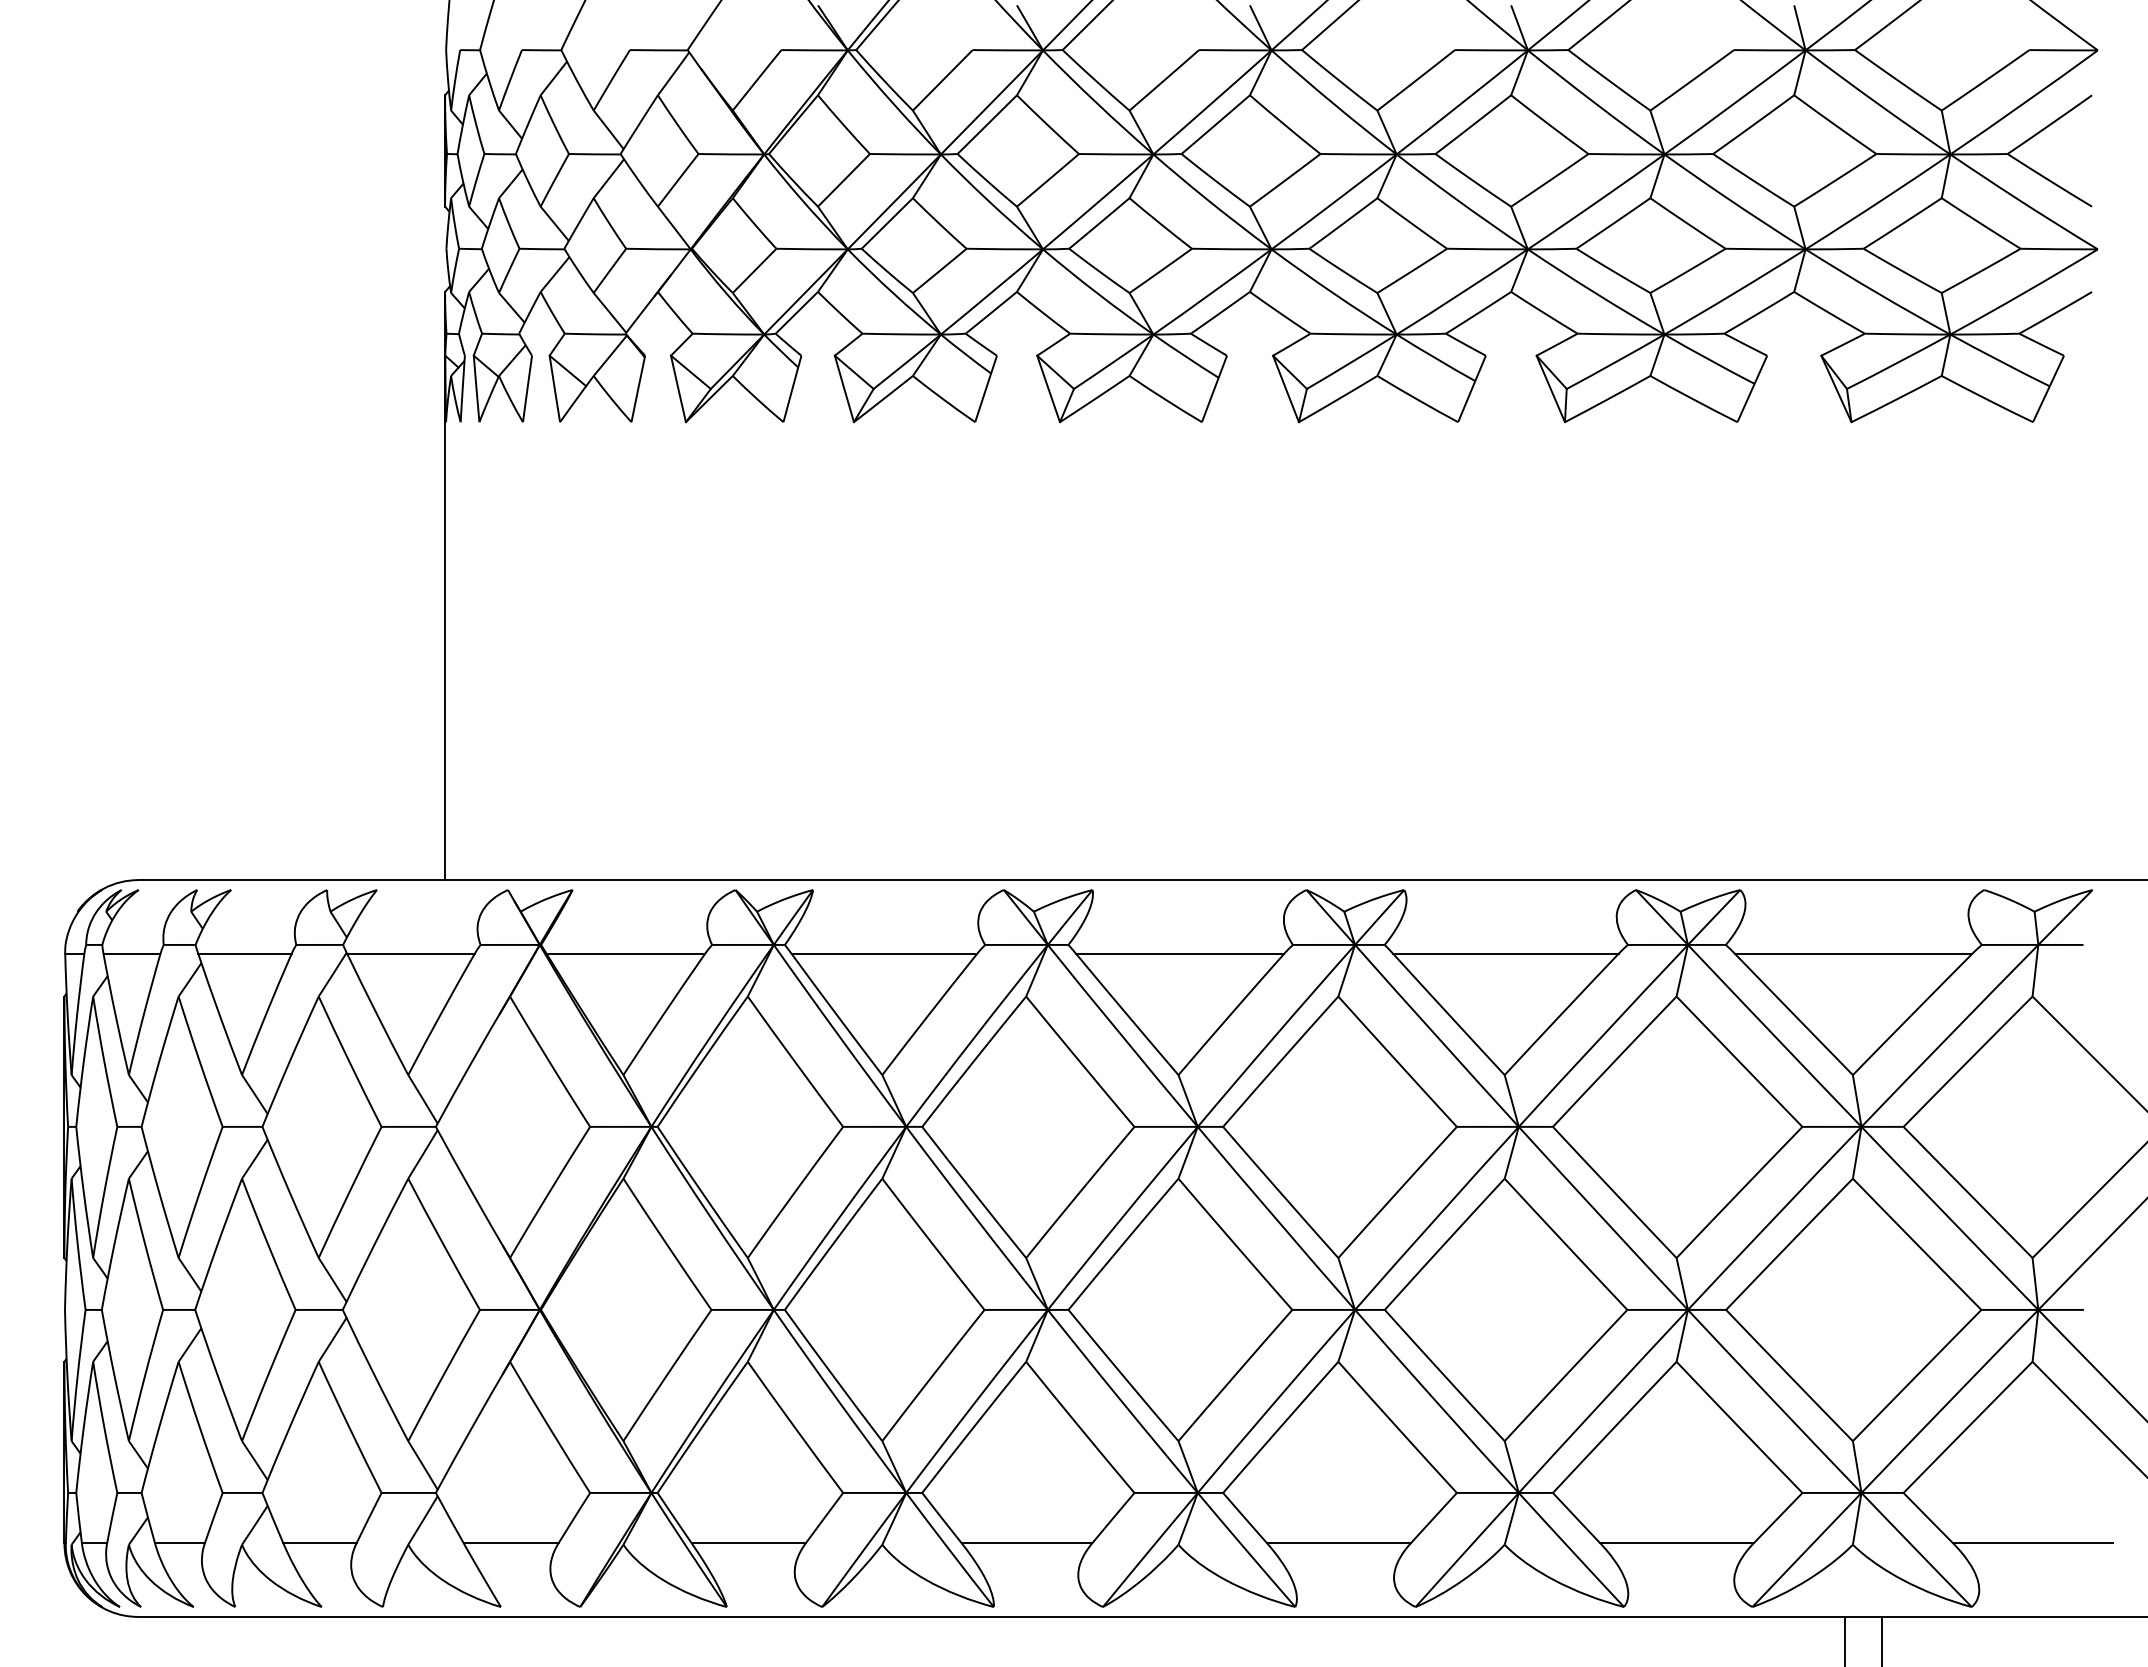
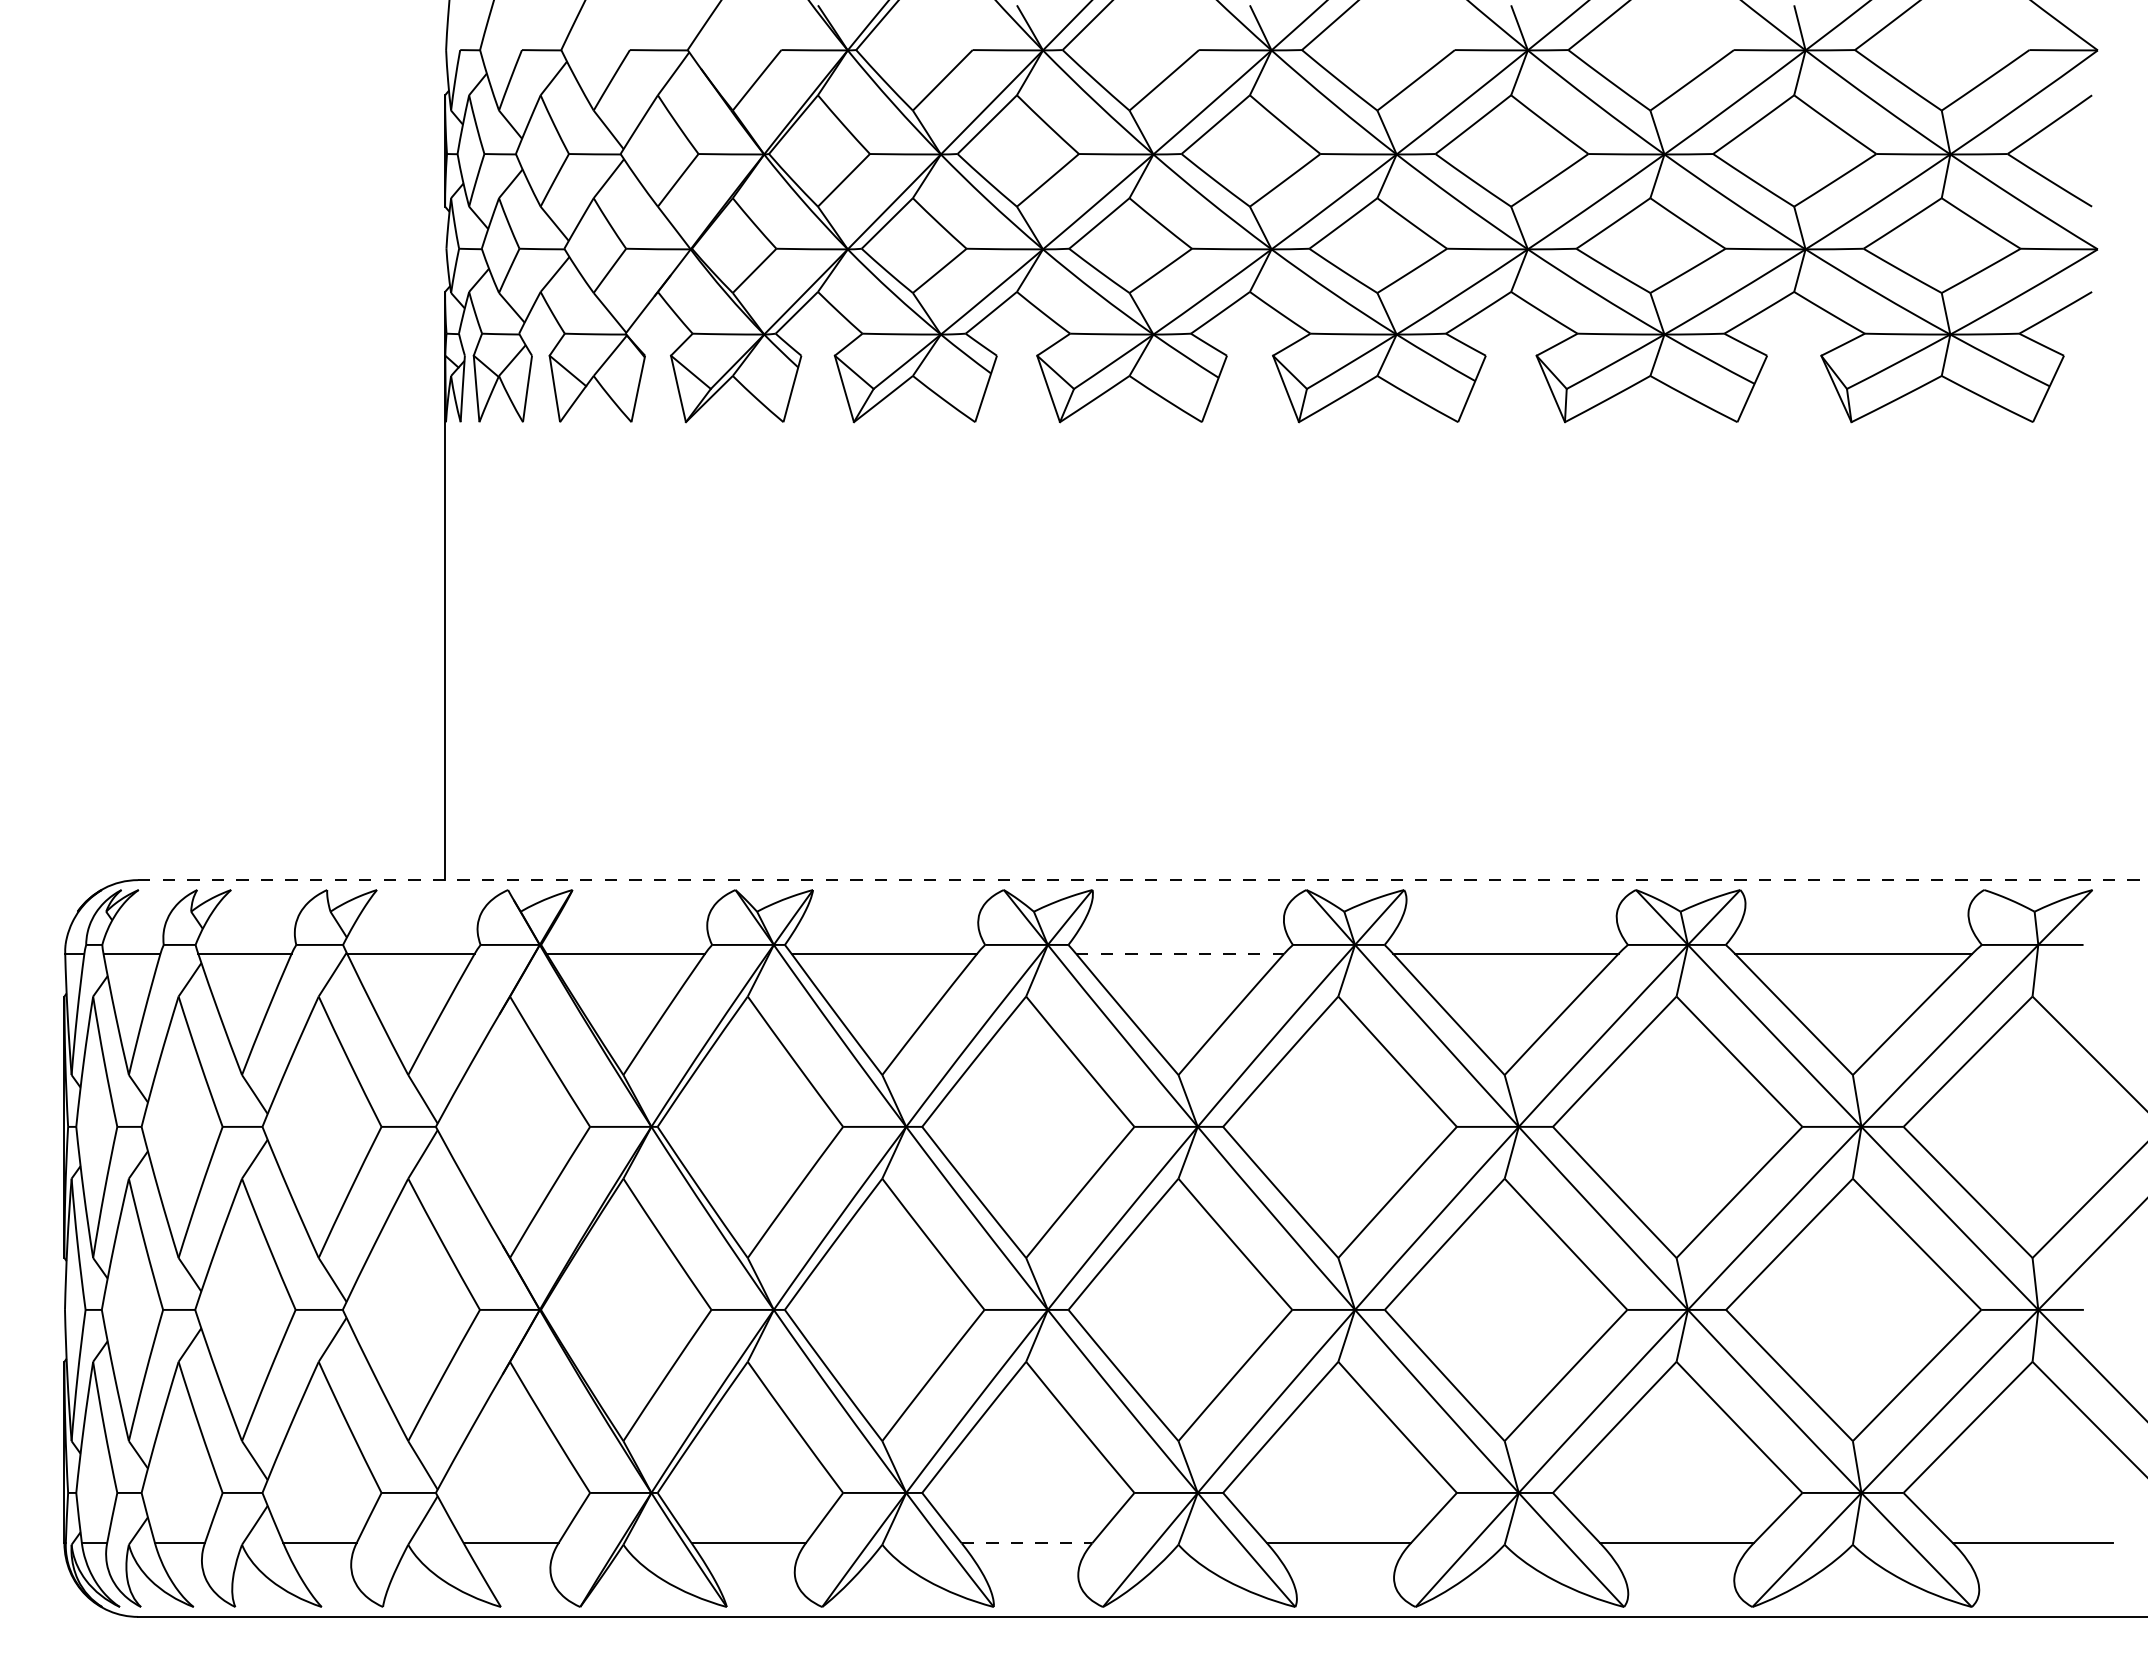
line at (1143, 880): solid -> dashed
line at (1180, 953): solid -> dashed
line at (1027, 1543): solid -> dashed
line at (1844, 1639): present -> none
line at (1881, 1639): present -> none
